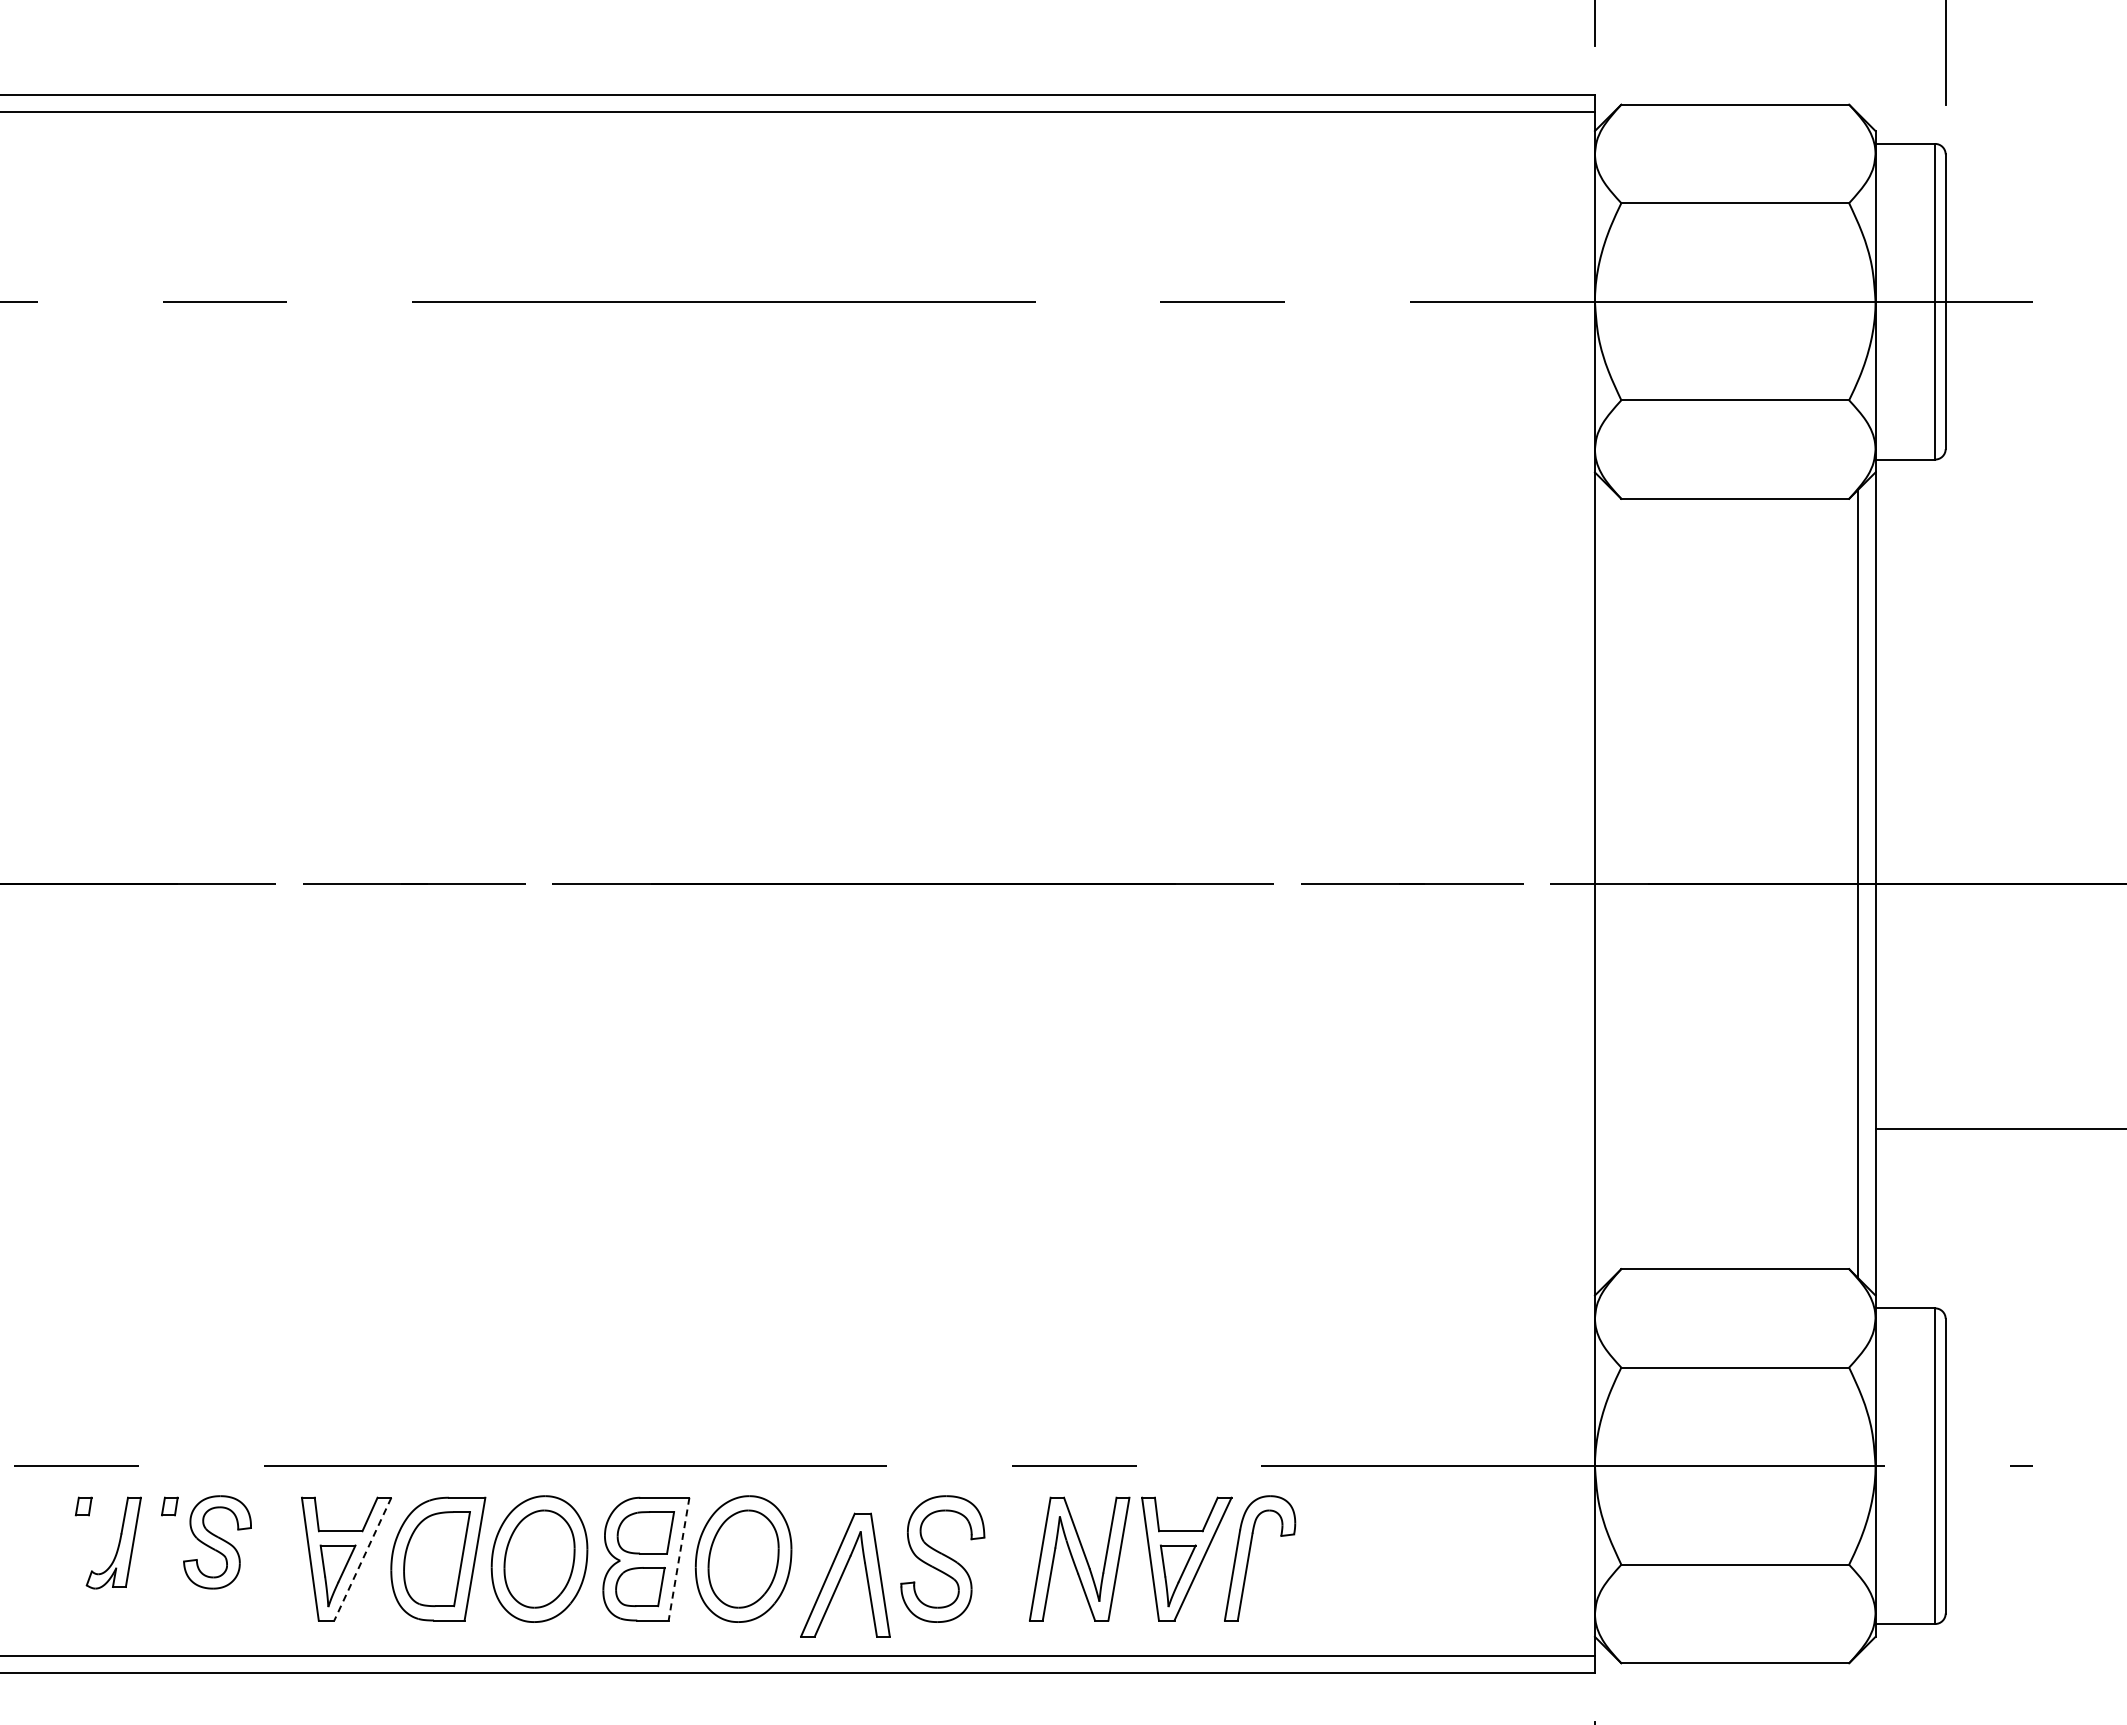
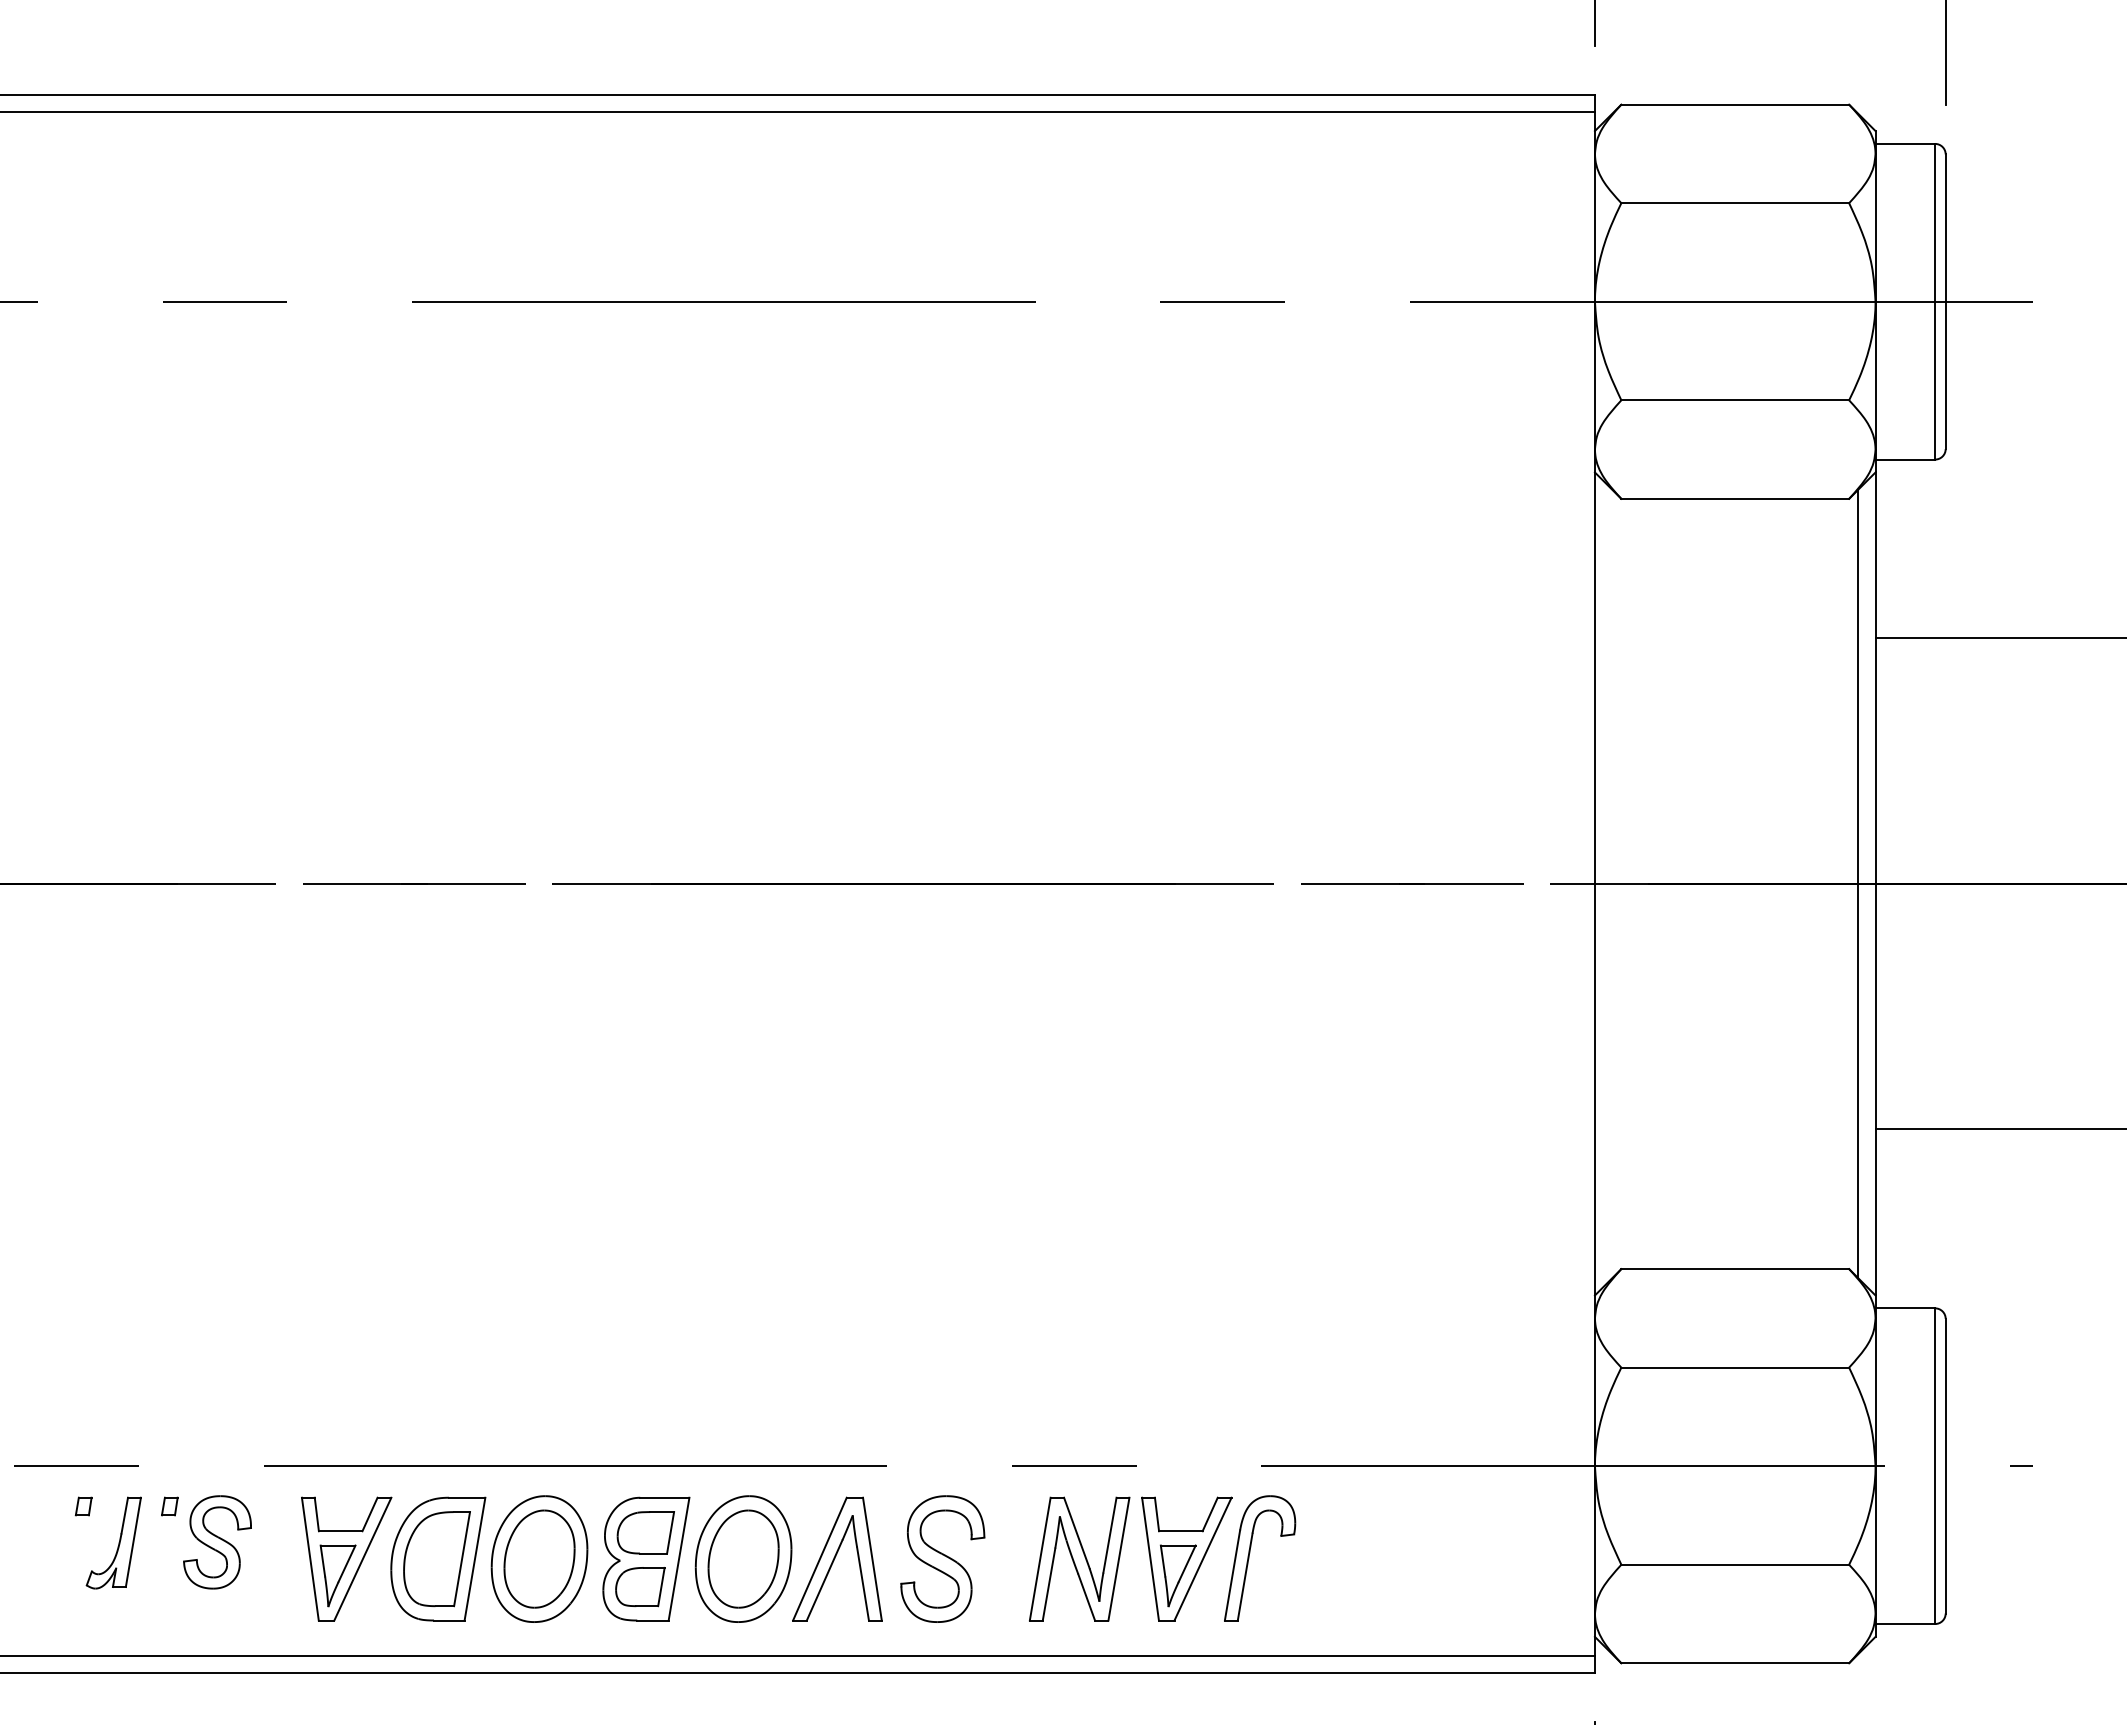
line at (1999, 638): none -> present
line at (362, 1559): dashed -> solid
line at (678, 1559): dashed -> solid
part at (845, 1574) position: (845, 1574) -> (837, 1558)
